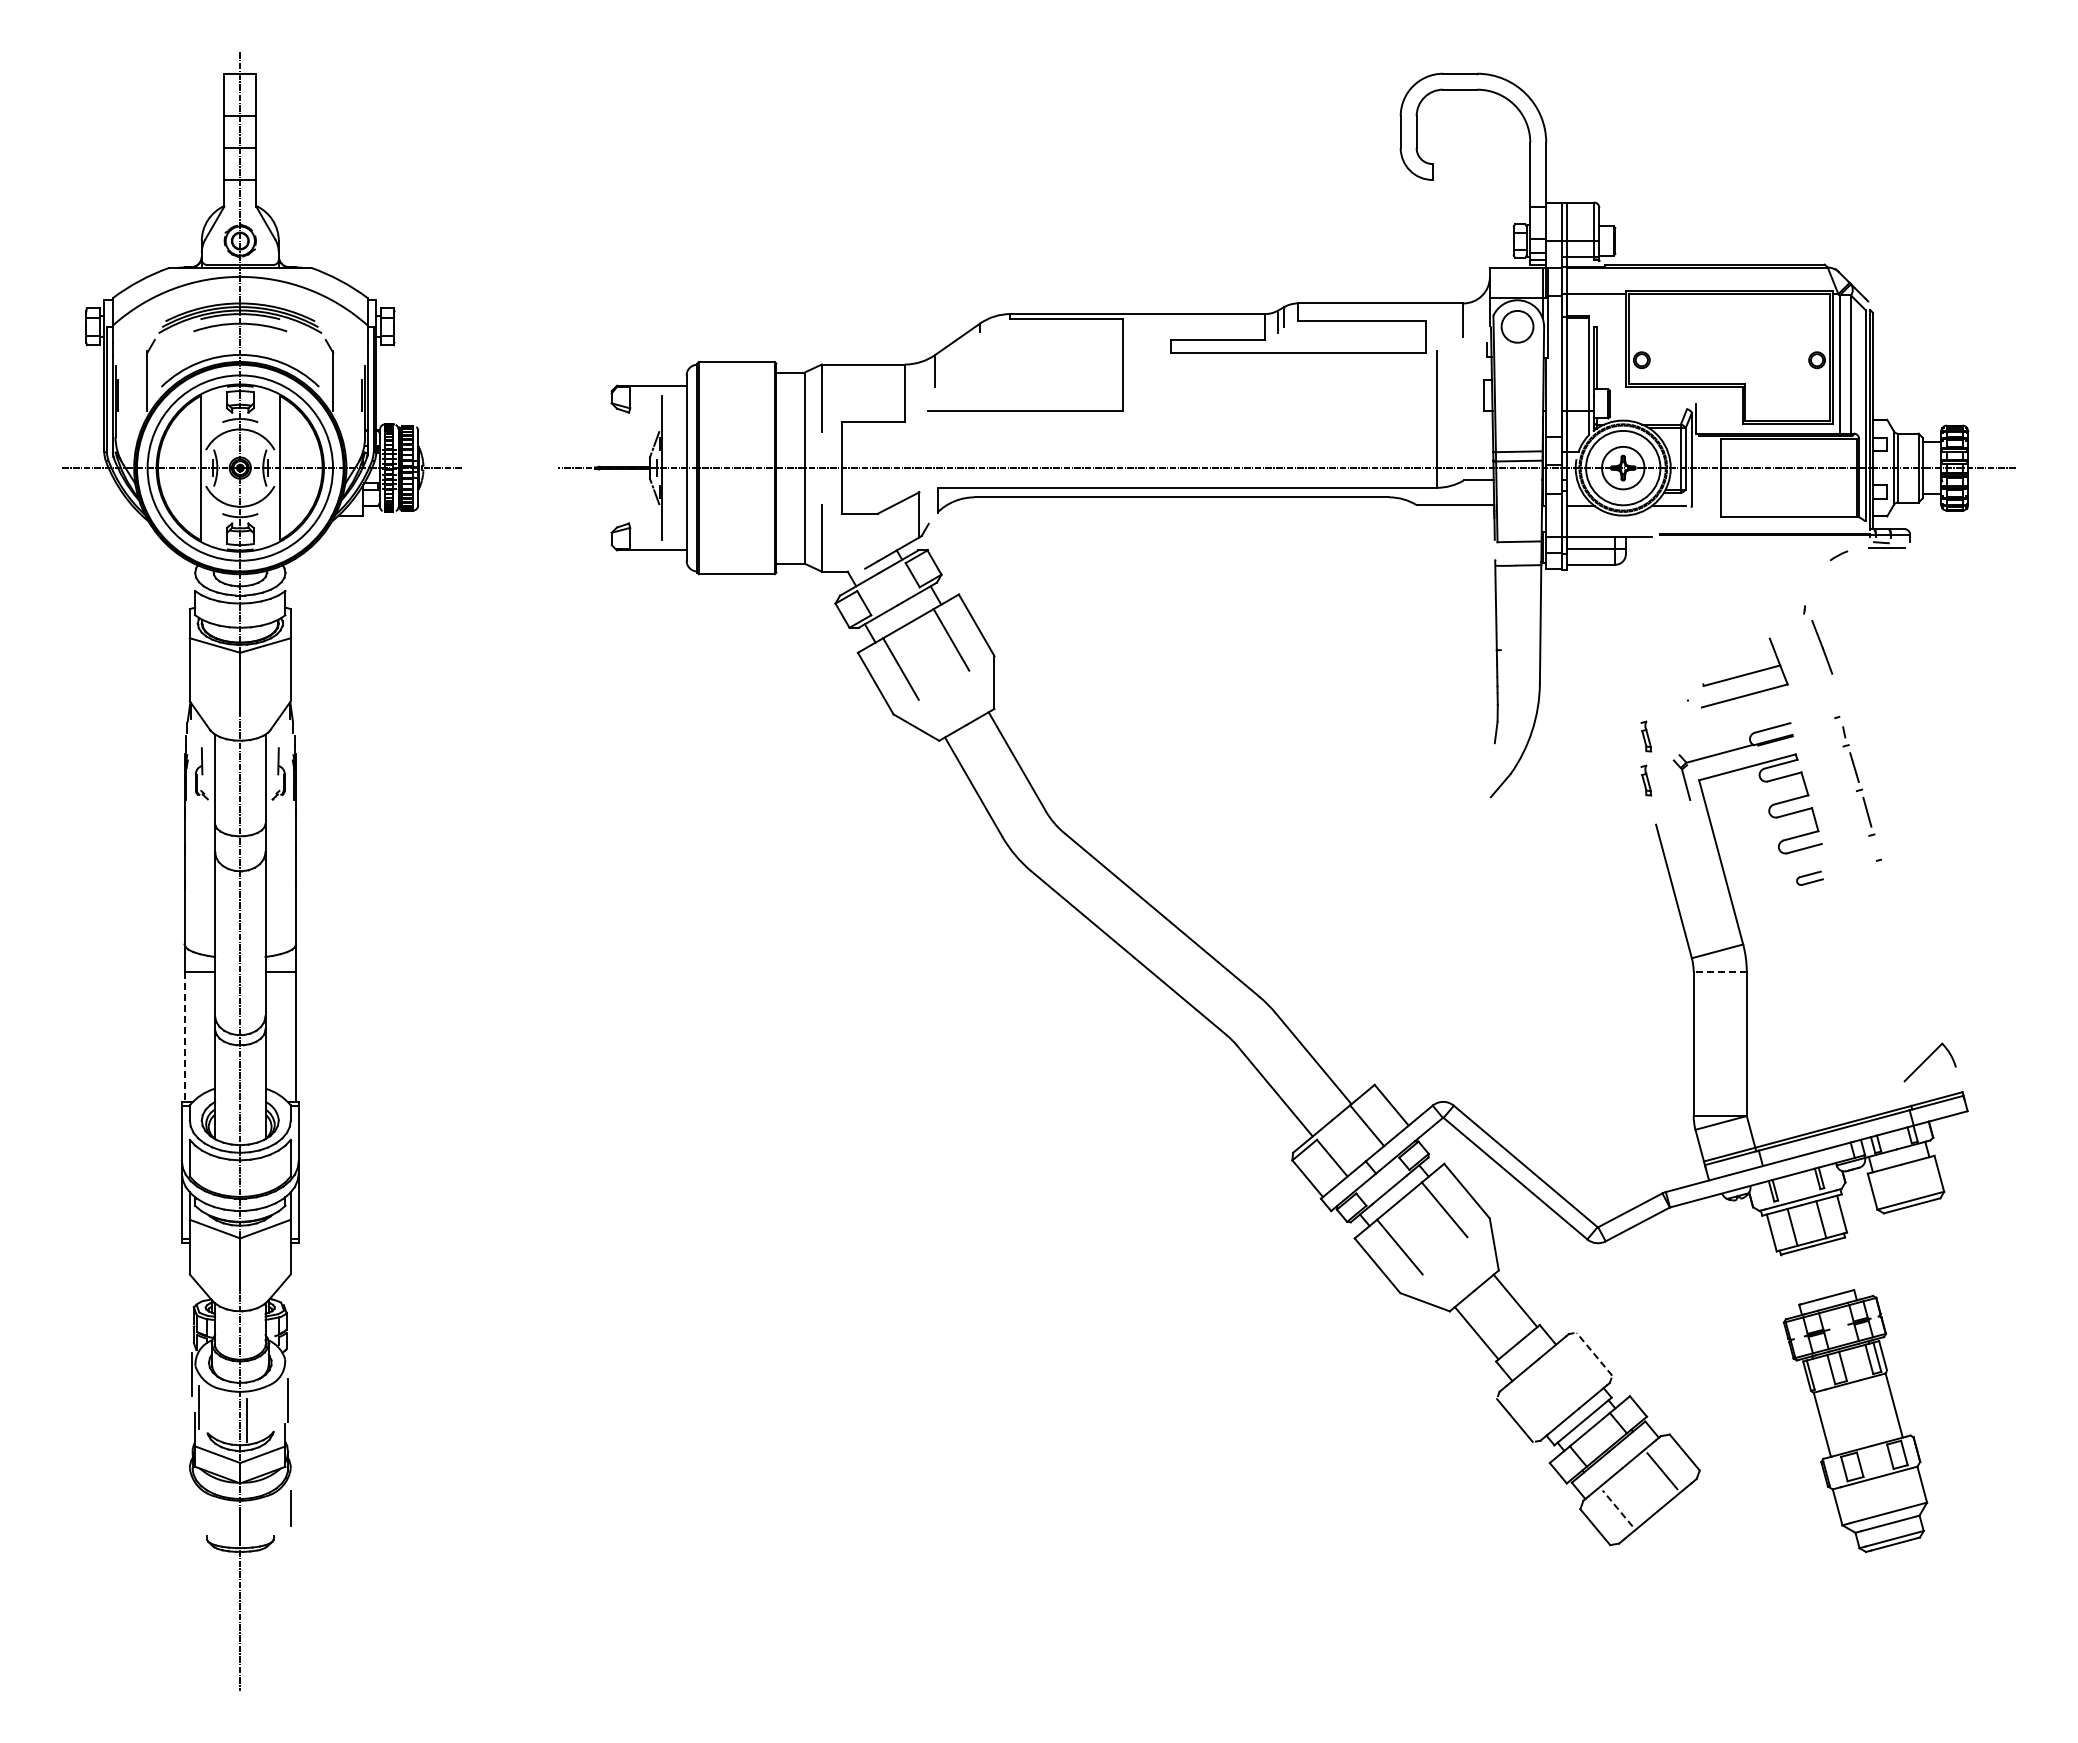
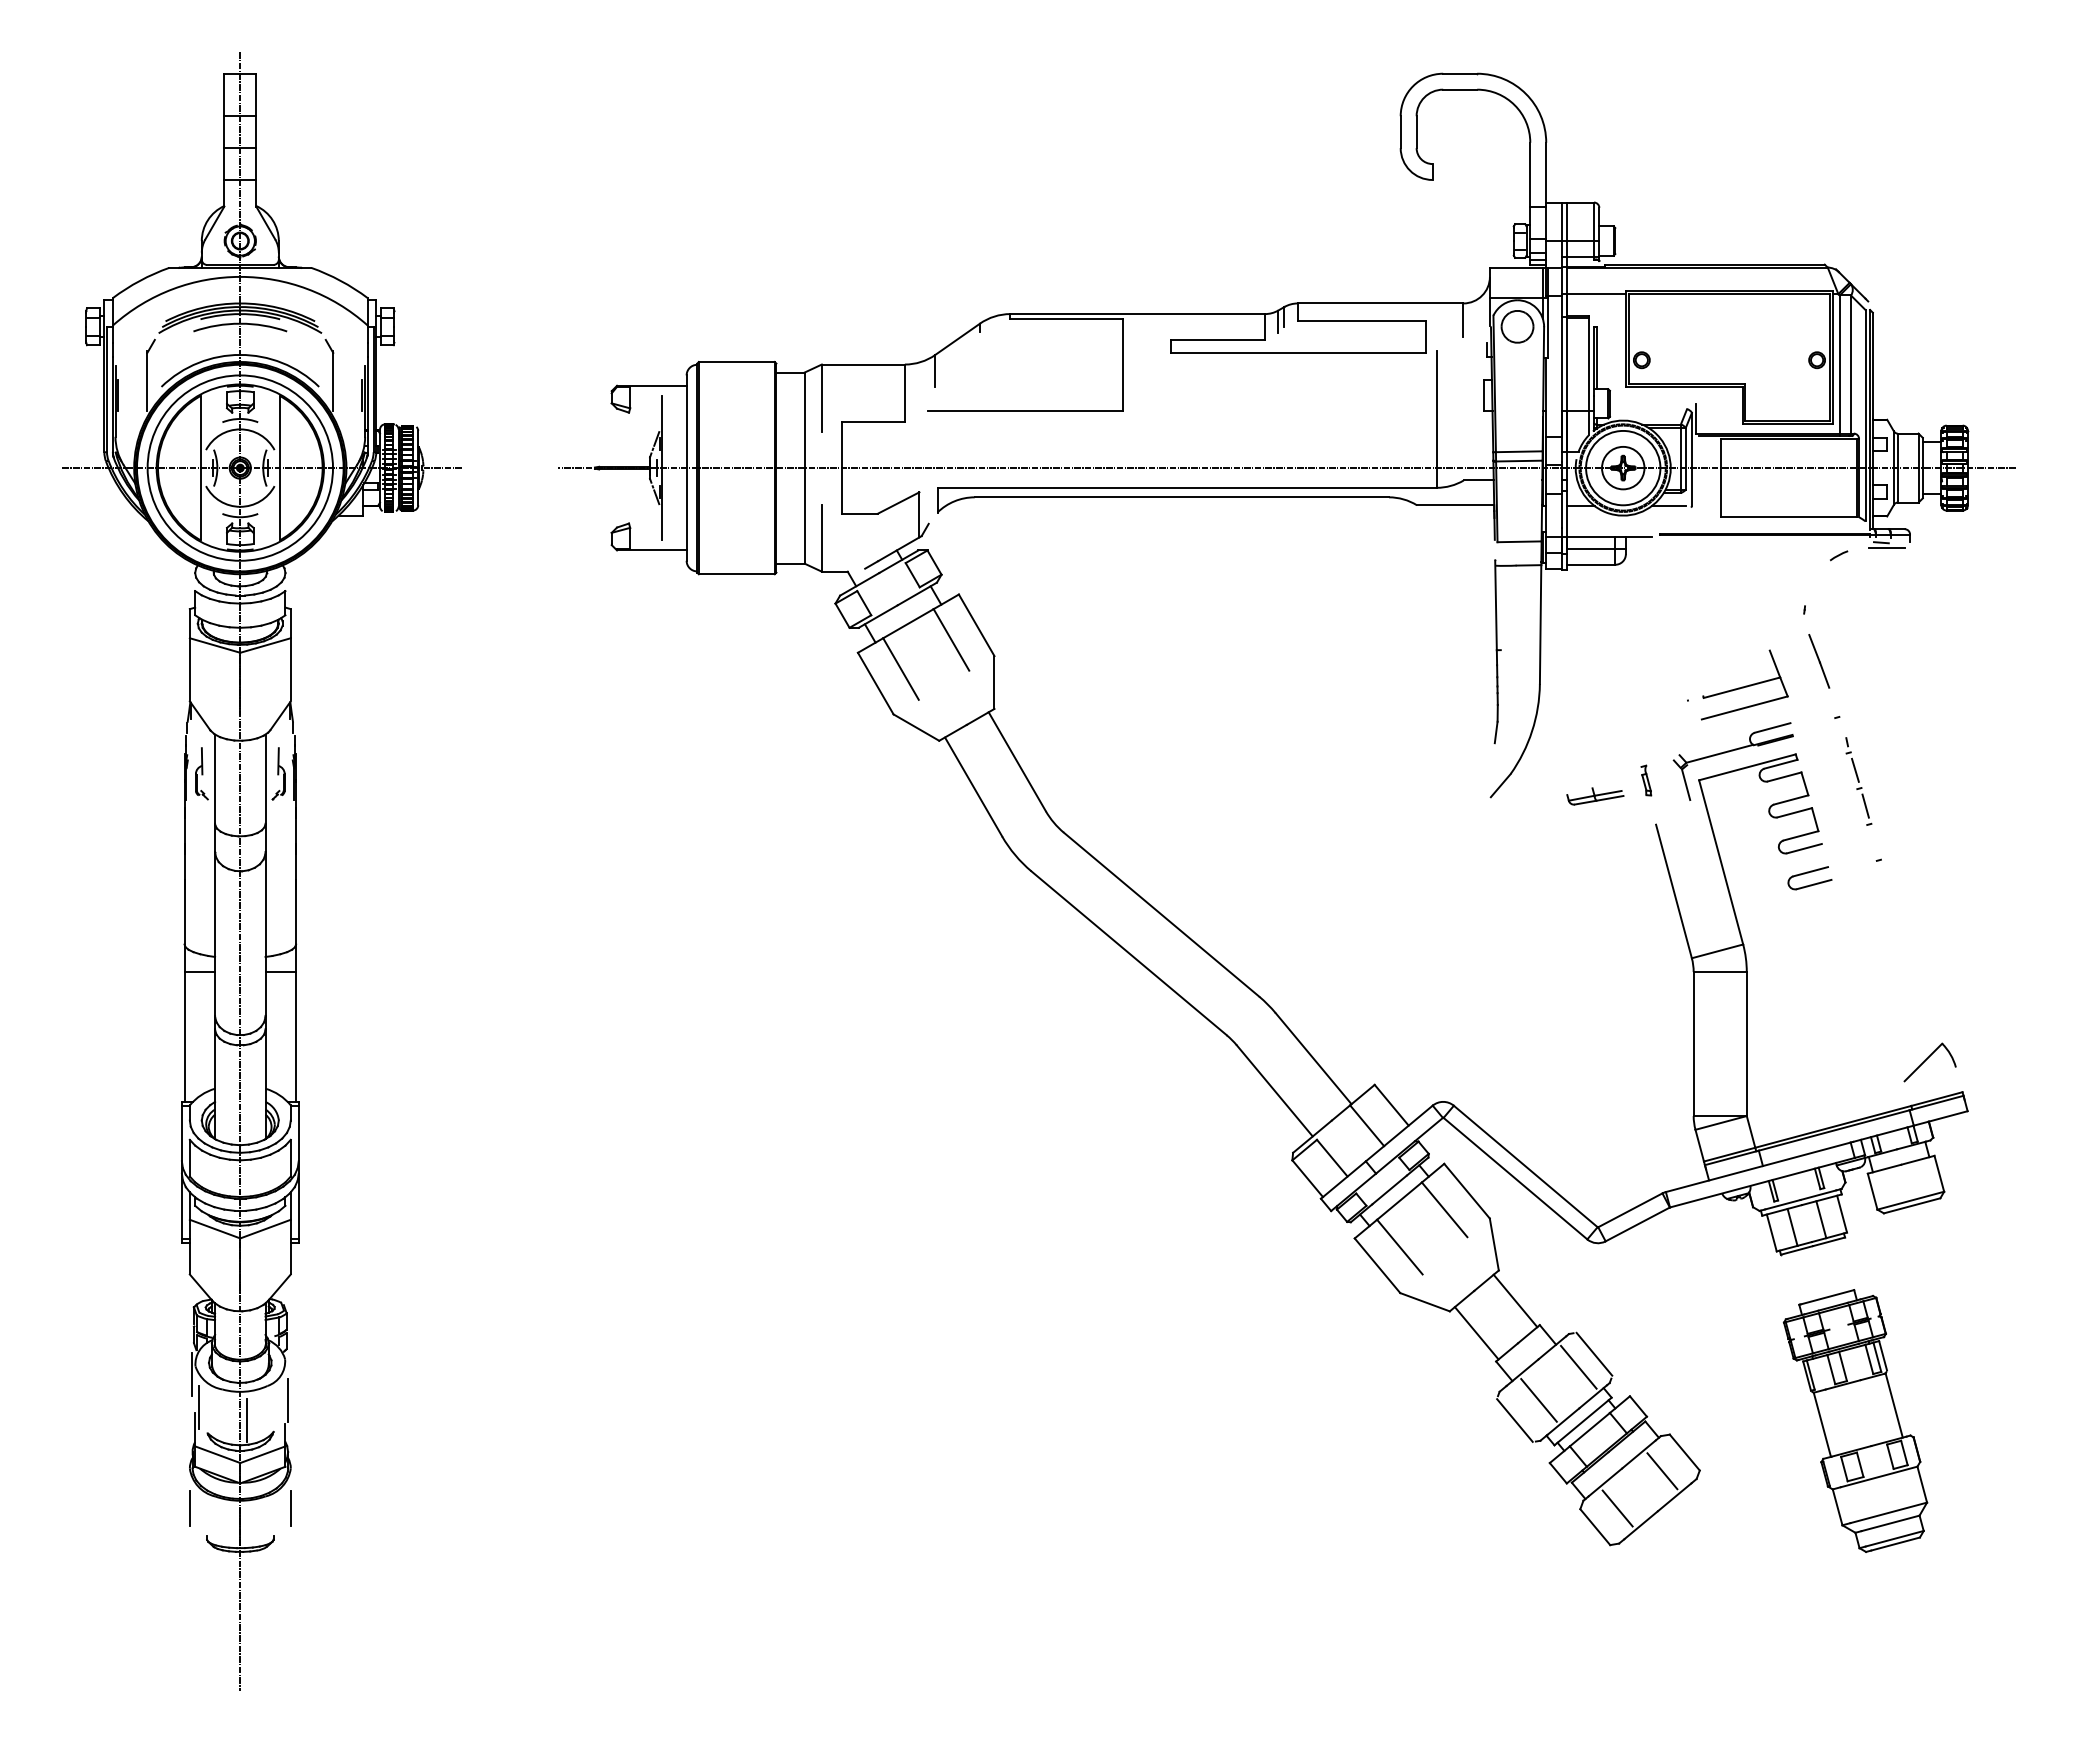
line at (1822, 647) position: (1822, 647) -> (1819, 661)
part at (1744, 672) position: (1744, 672) -> (1744, 684)
part at (1646, 736): present -> none
part at (1858, 781) size: 34x111 px -> 28x89 px
part at (1595, 796): none -> present
part at (1809, 877) size: 28x16 px -> 46x25 px
line at (1720, 972): dashed -> solid
line at (184, 1036): dashed -> solid
line at (1594, 1354): dashed -> solid
line at (1578, 1366): none -> present
line at (1538, 1400): none -> present
line at (189, 1508): none -> present
line at (1617, 1508): dashed -> solid
